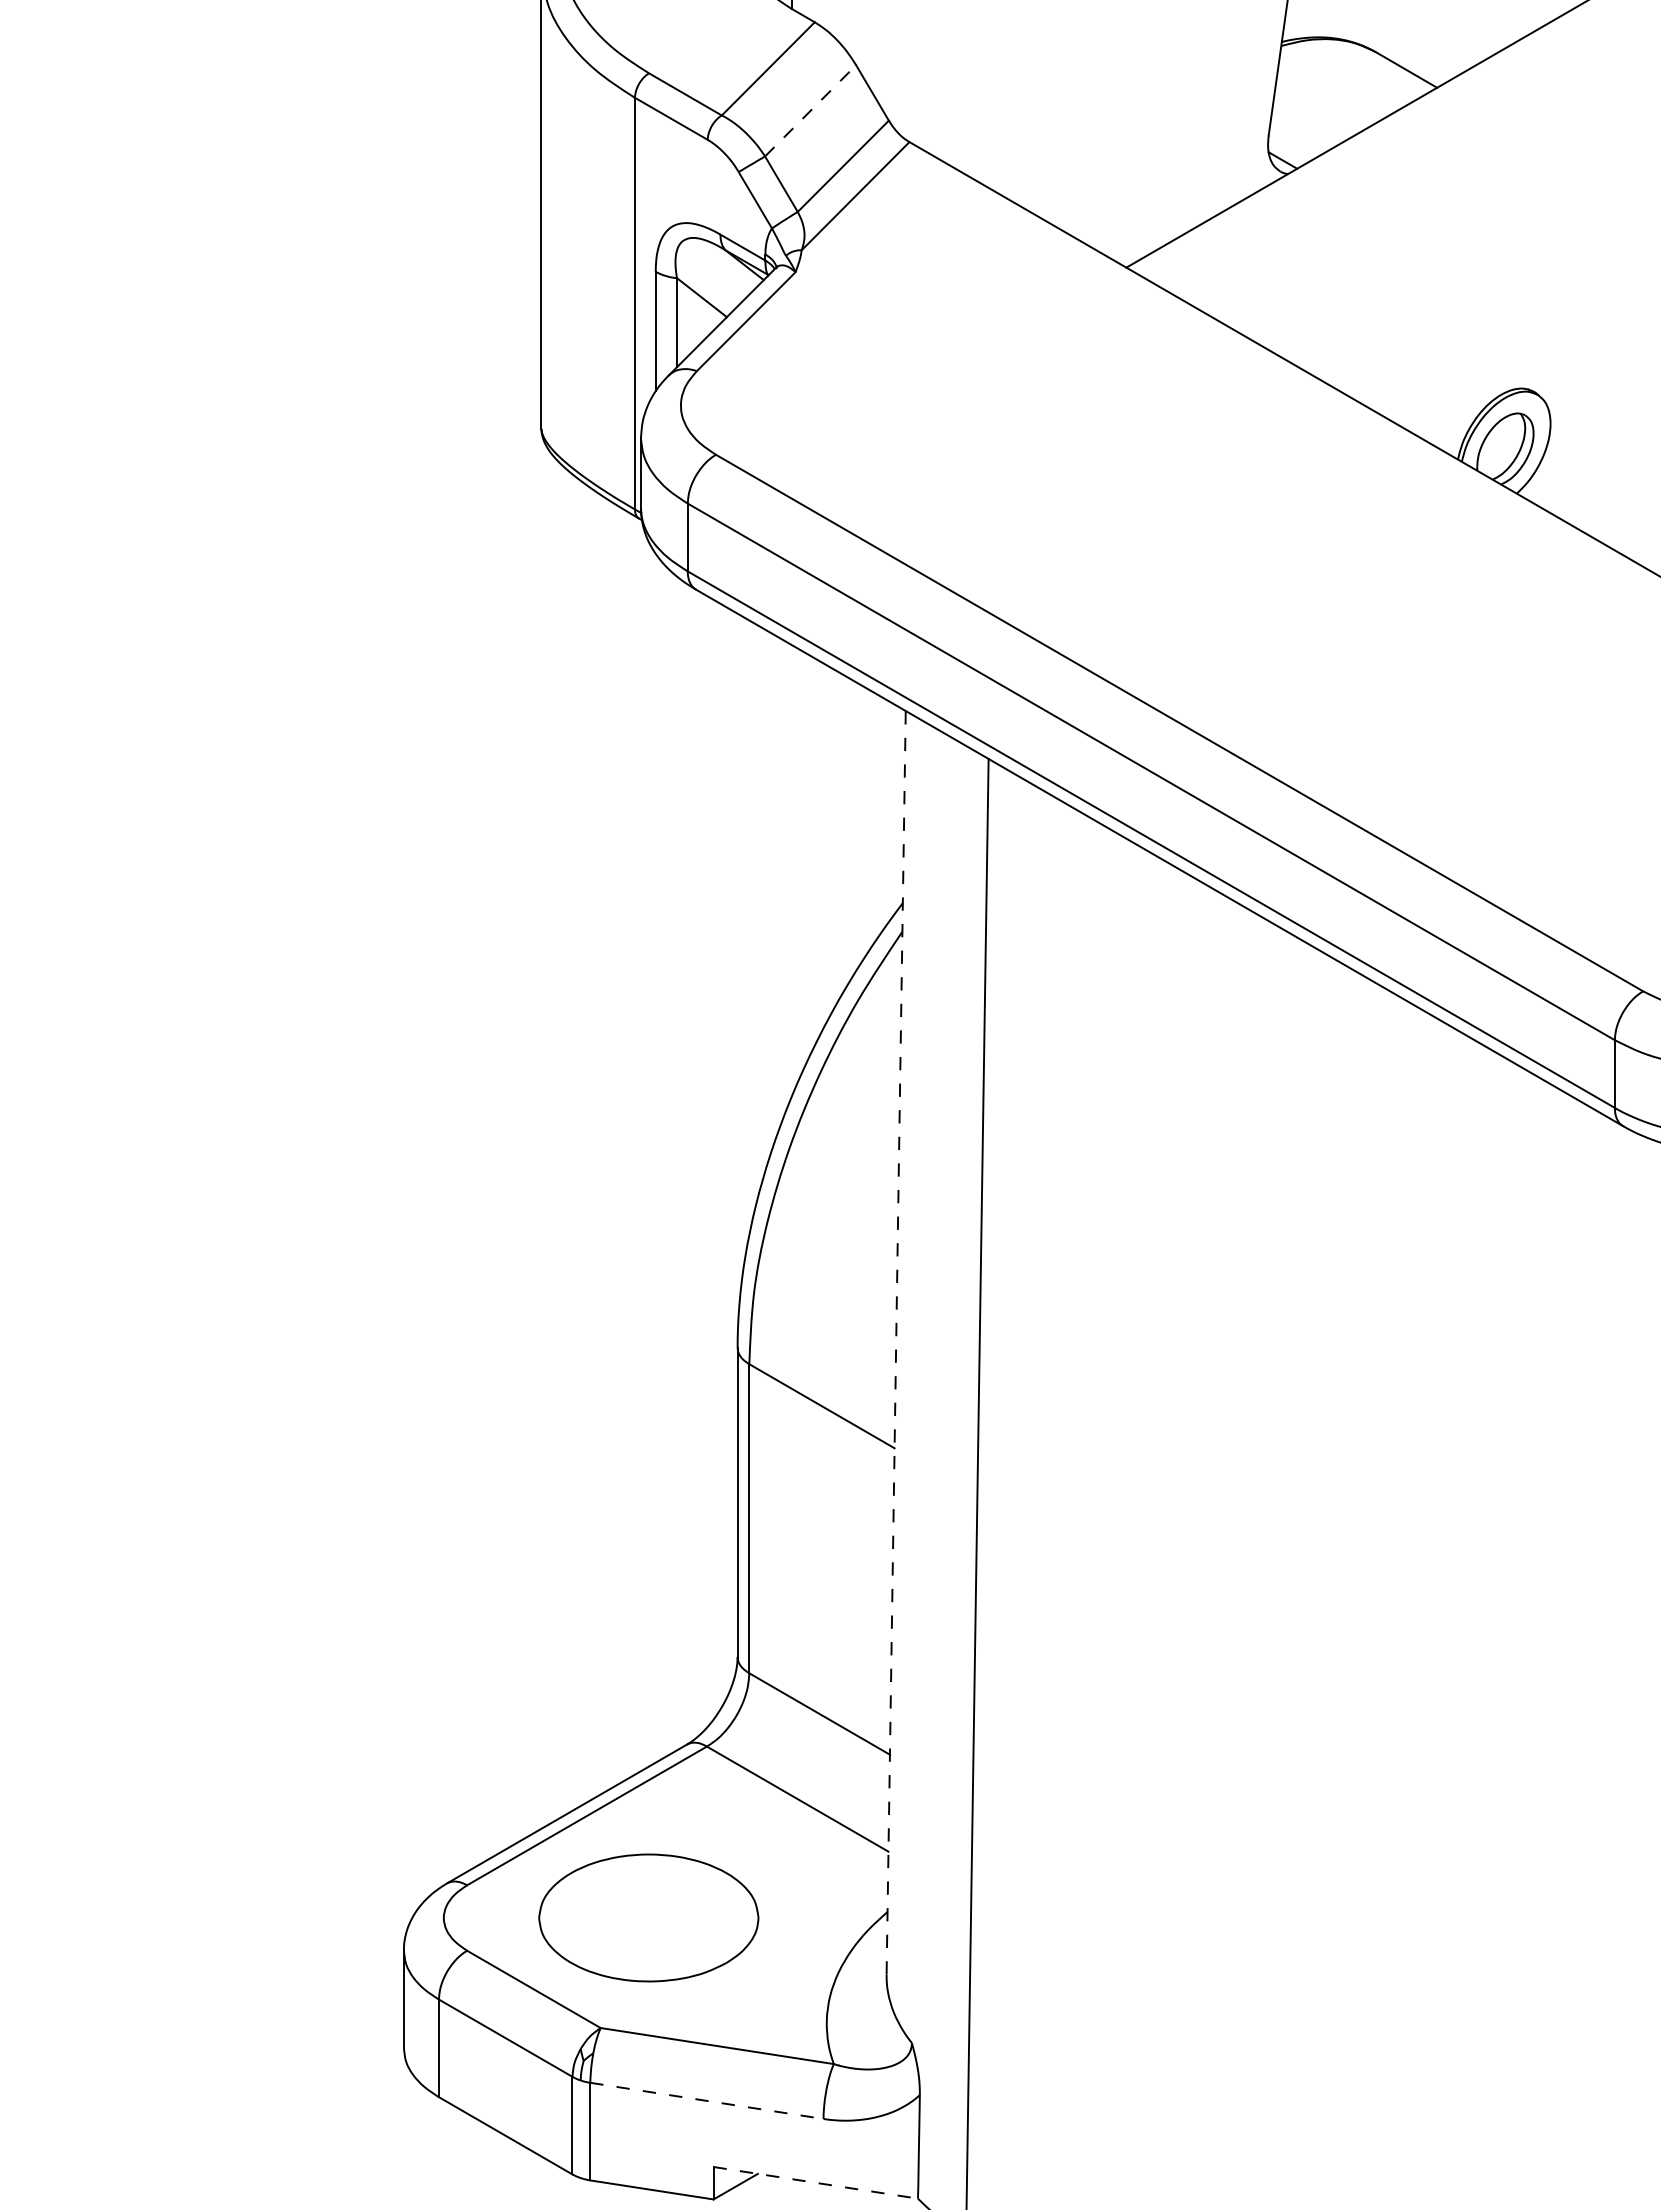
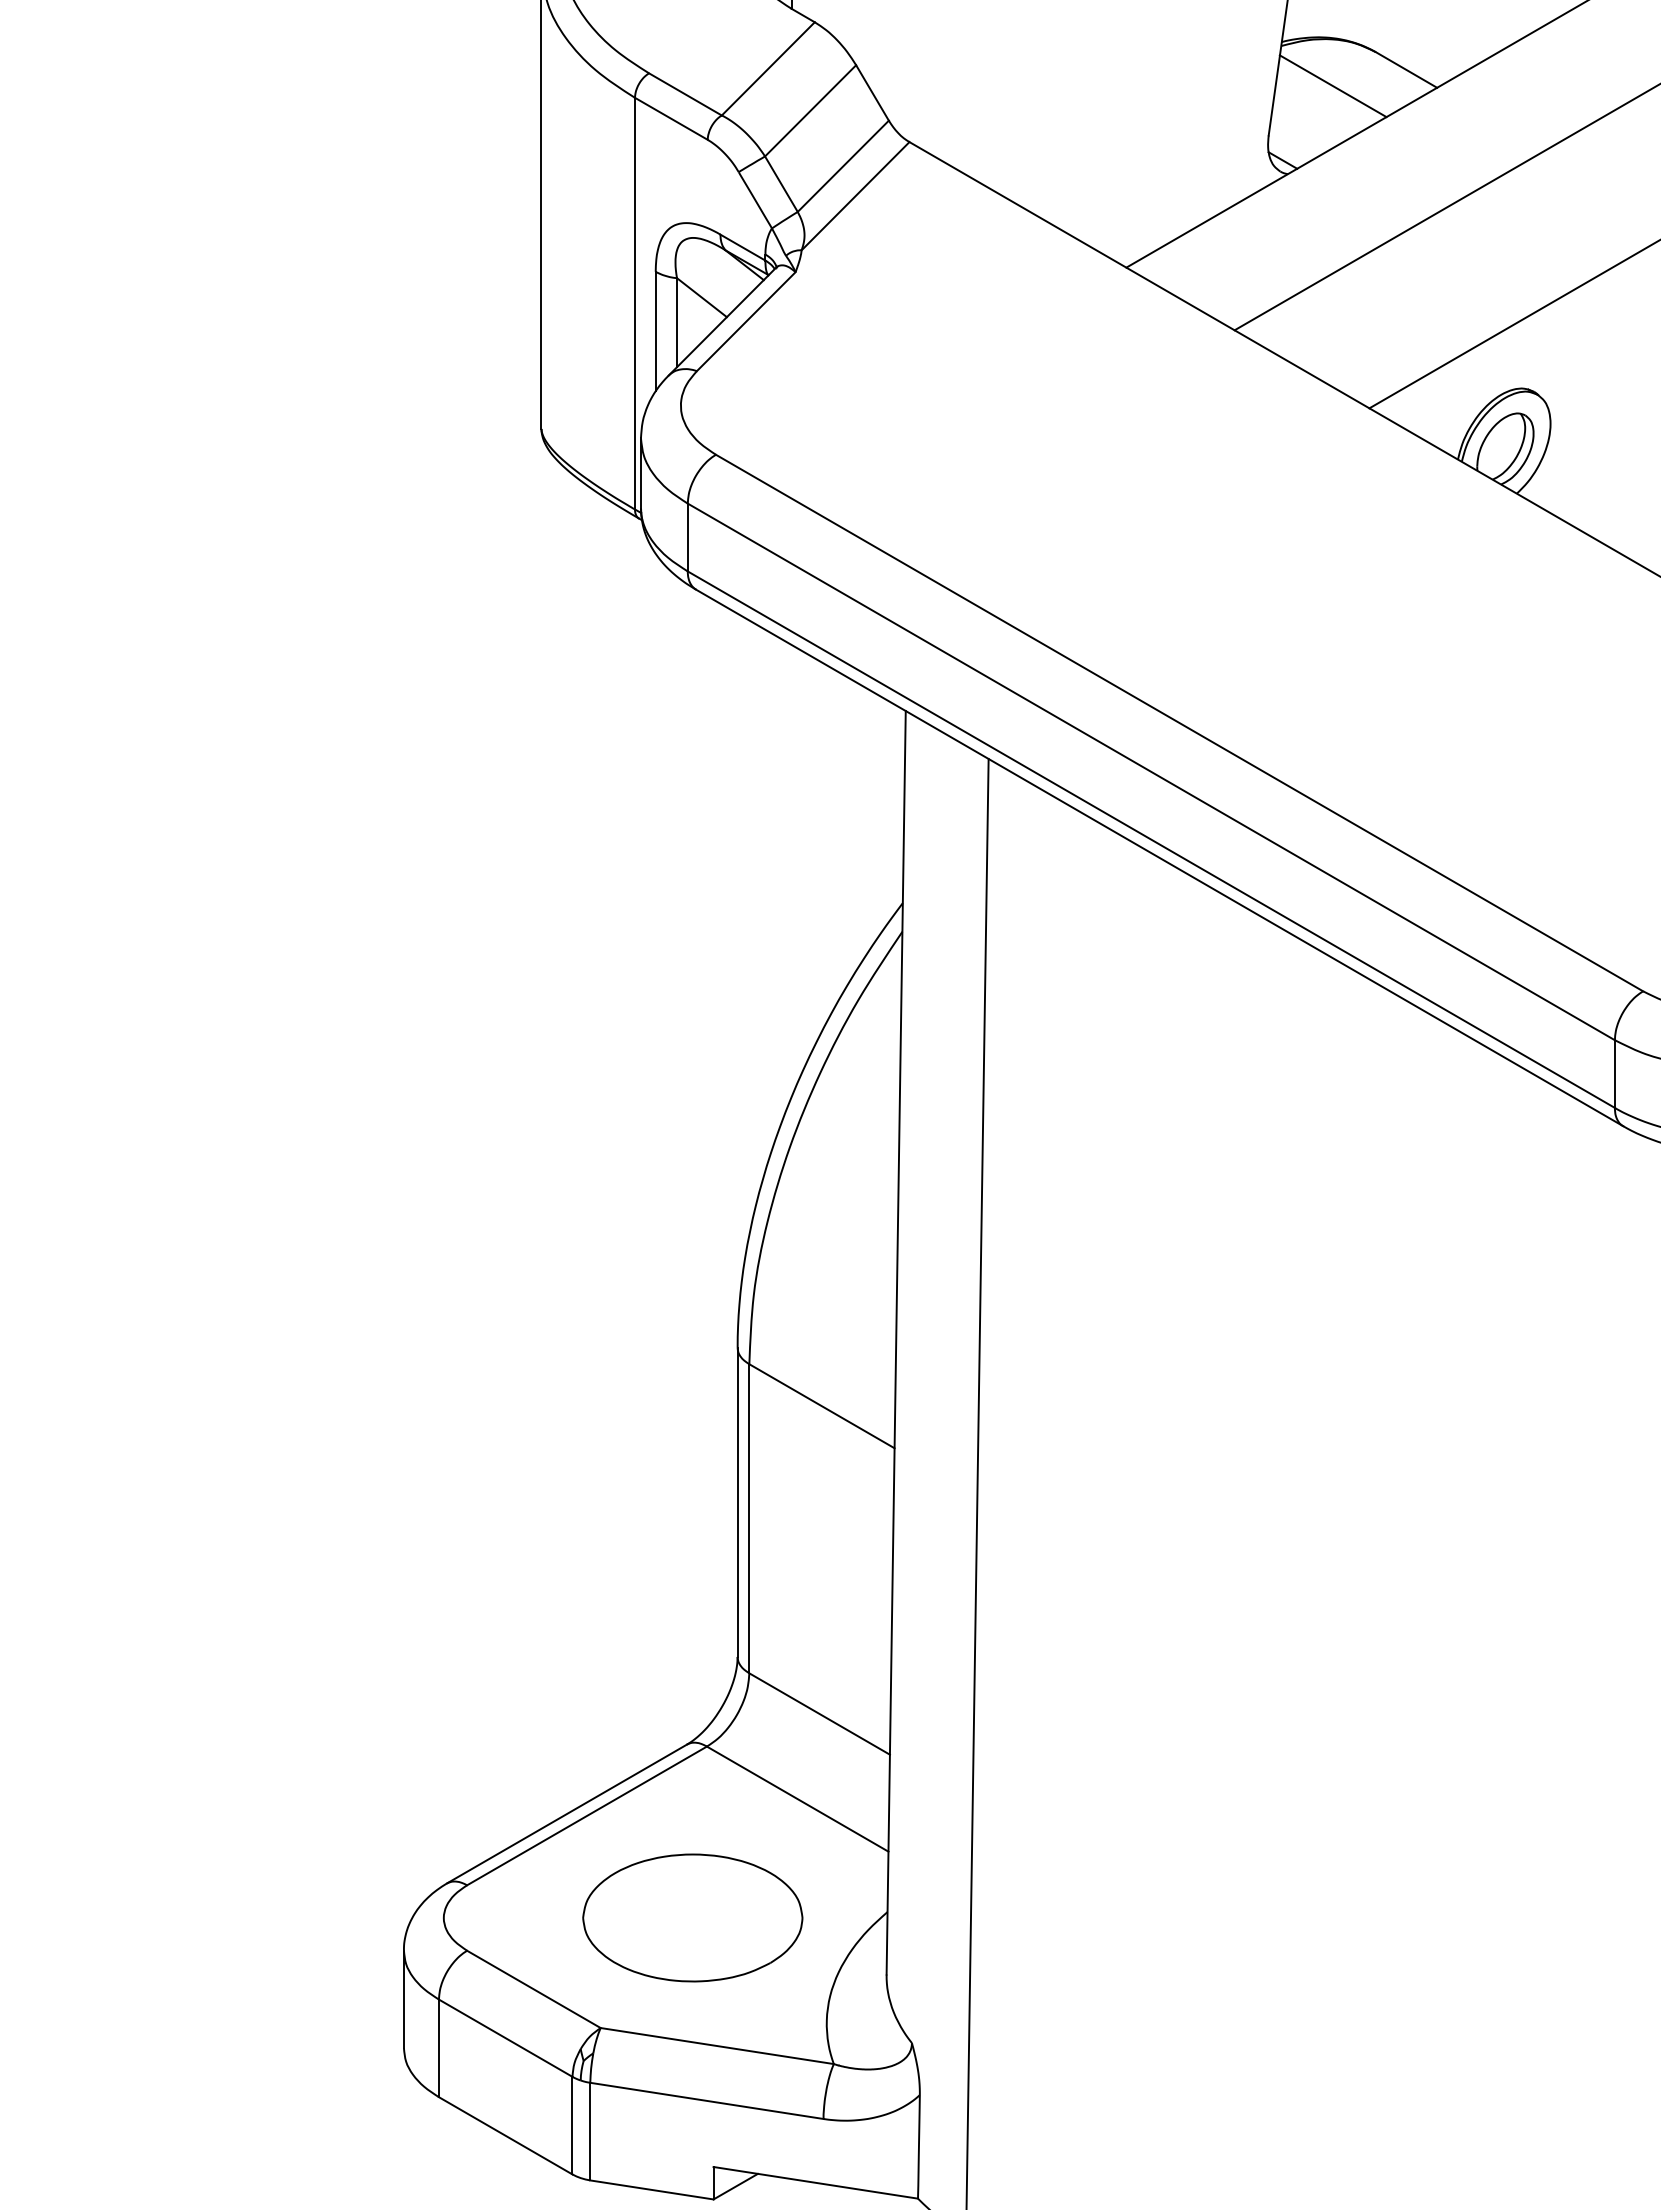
line at (1332, 86): none -> present
line at (810, 110): dashed -> solid
line at (1445, 207): none -> present
line at (1513, 324): none -> present
line at (896, 1342): dashed -> solid
part at (648, 1917) position: (648, 1917) -> (692, 1917)
line at (707, 2100): dashed -> solid
line at (816, 2182): dashed -> solid
